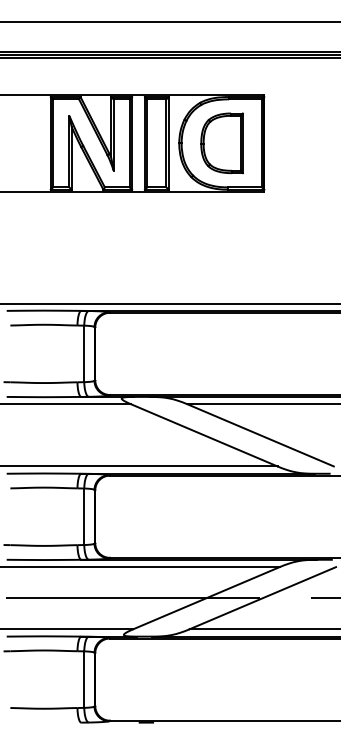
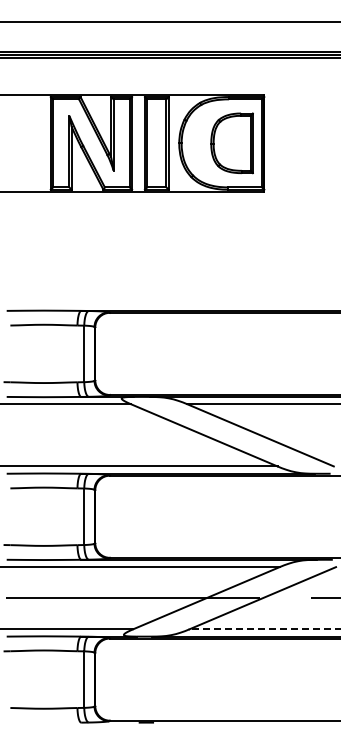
part at (221, 143) position: (221, 143) -> (231, 143)
line at (169, 303): present -> none
line at (264, 629): solid -> dashed
